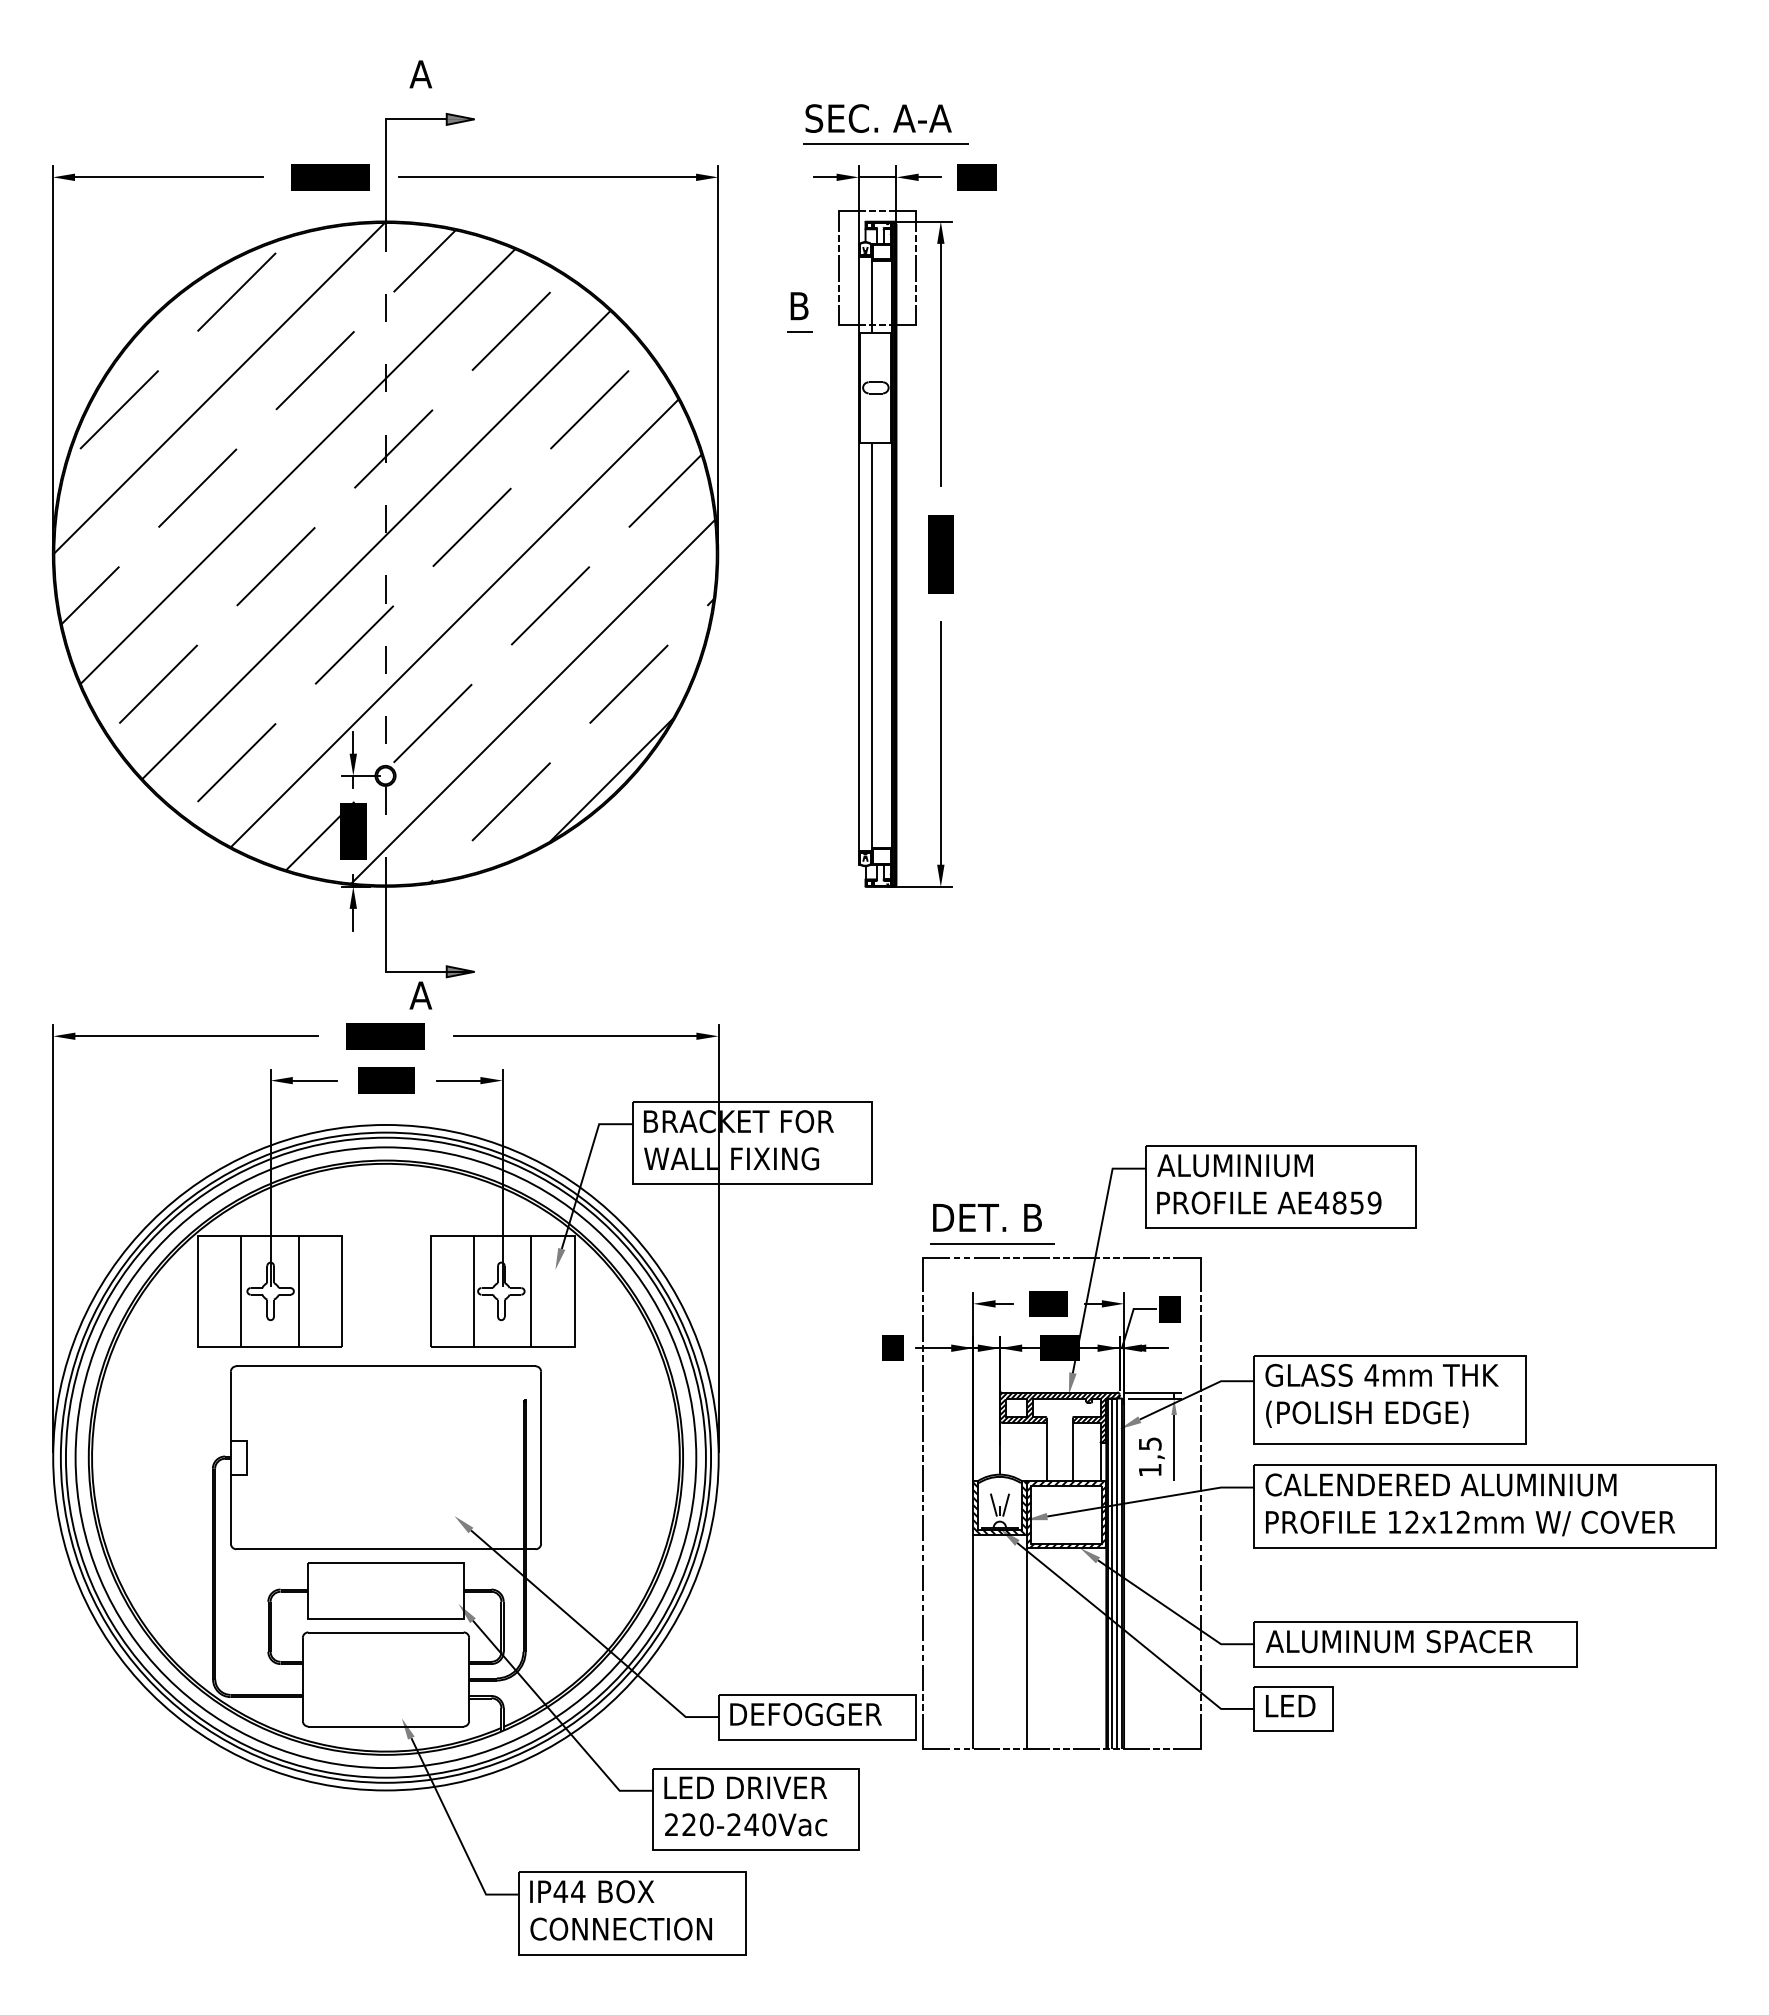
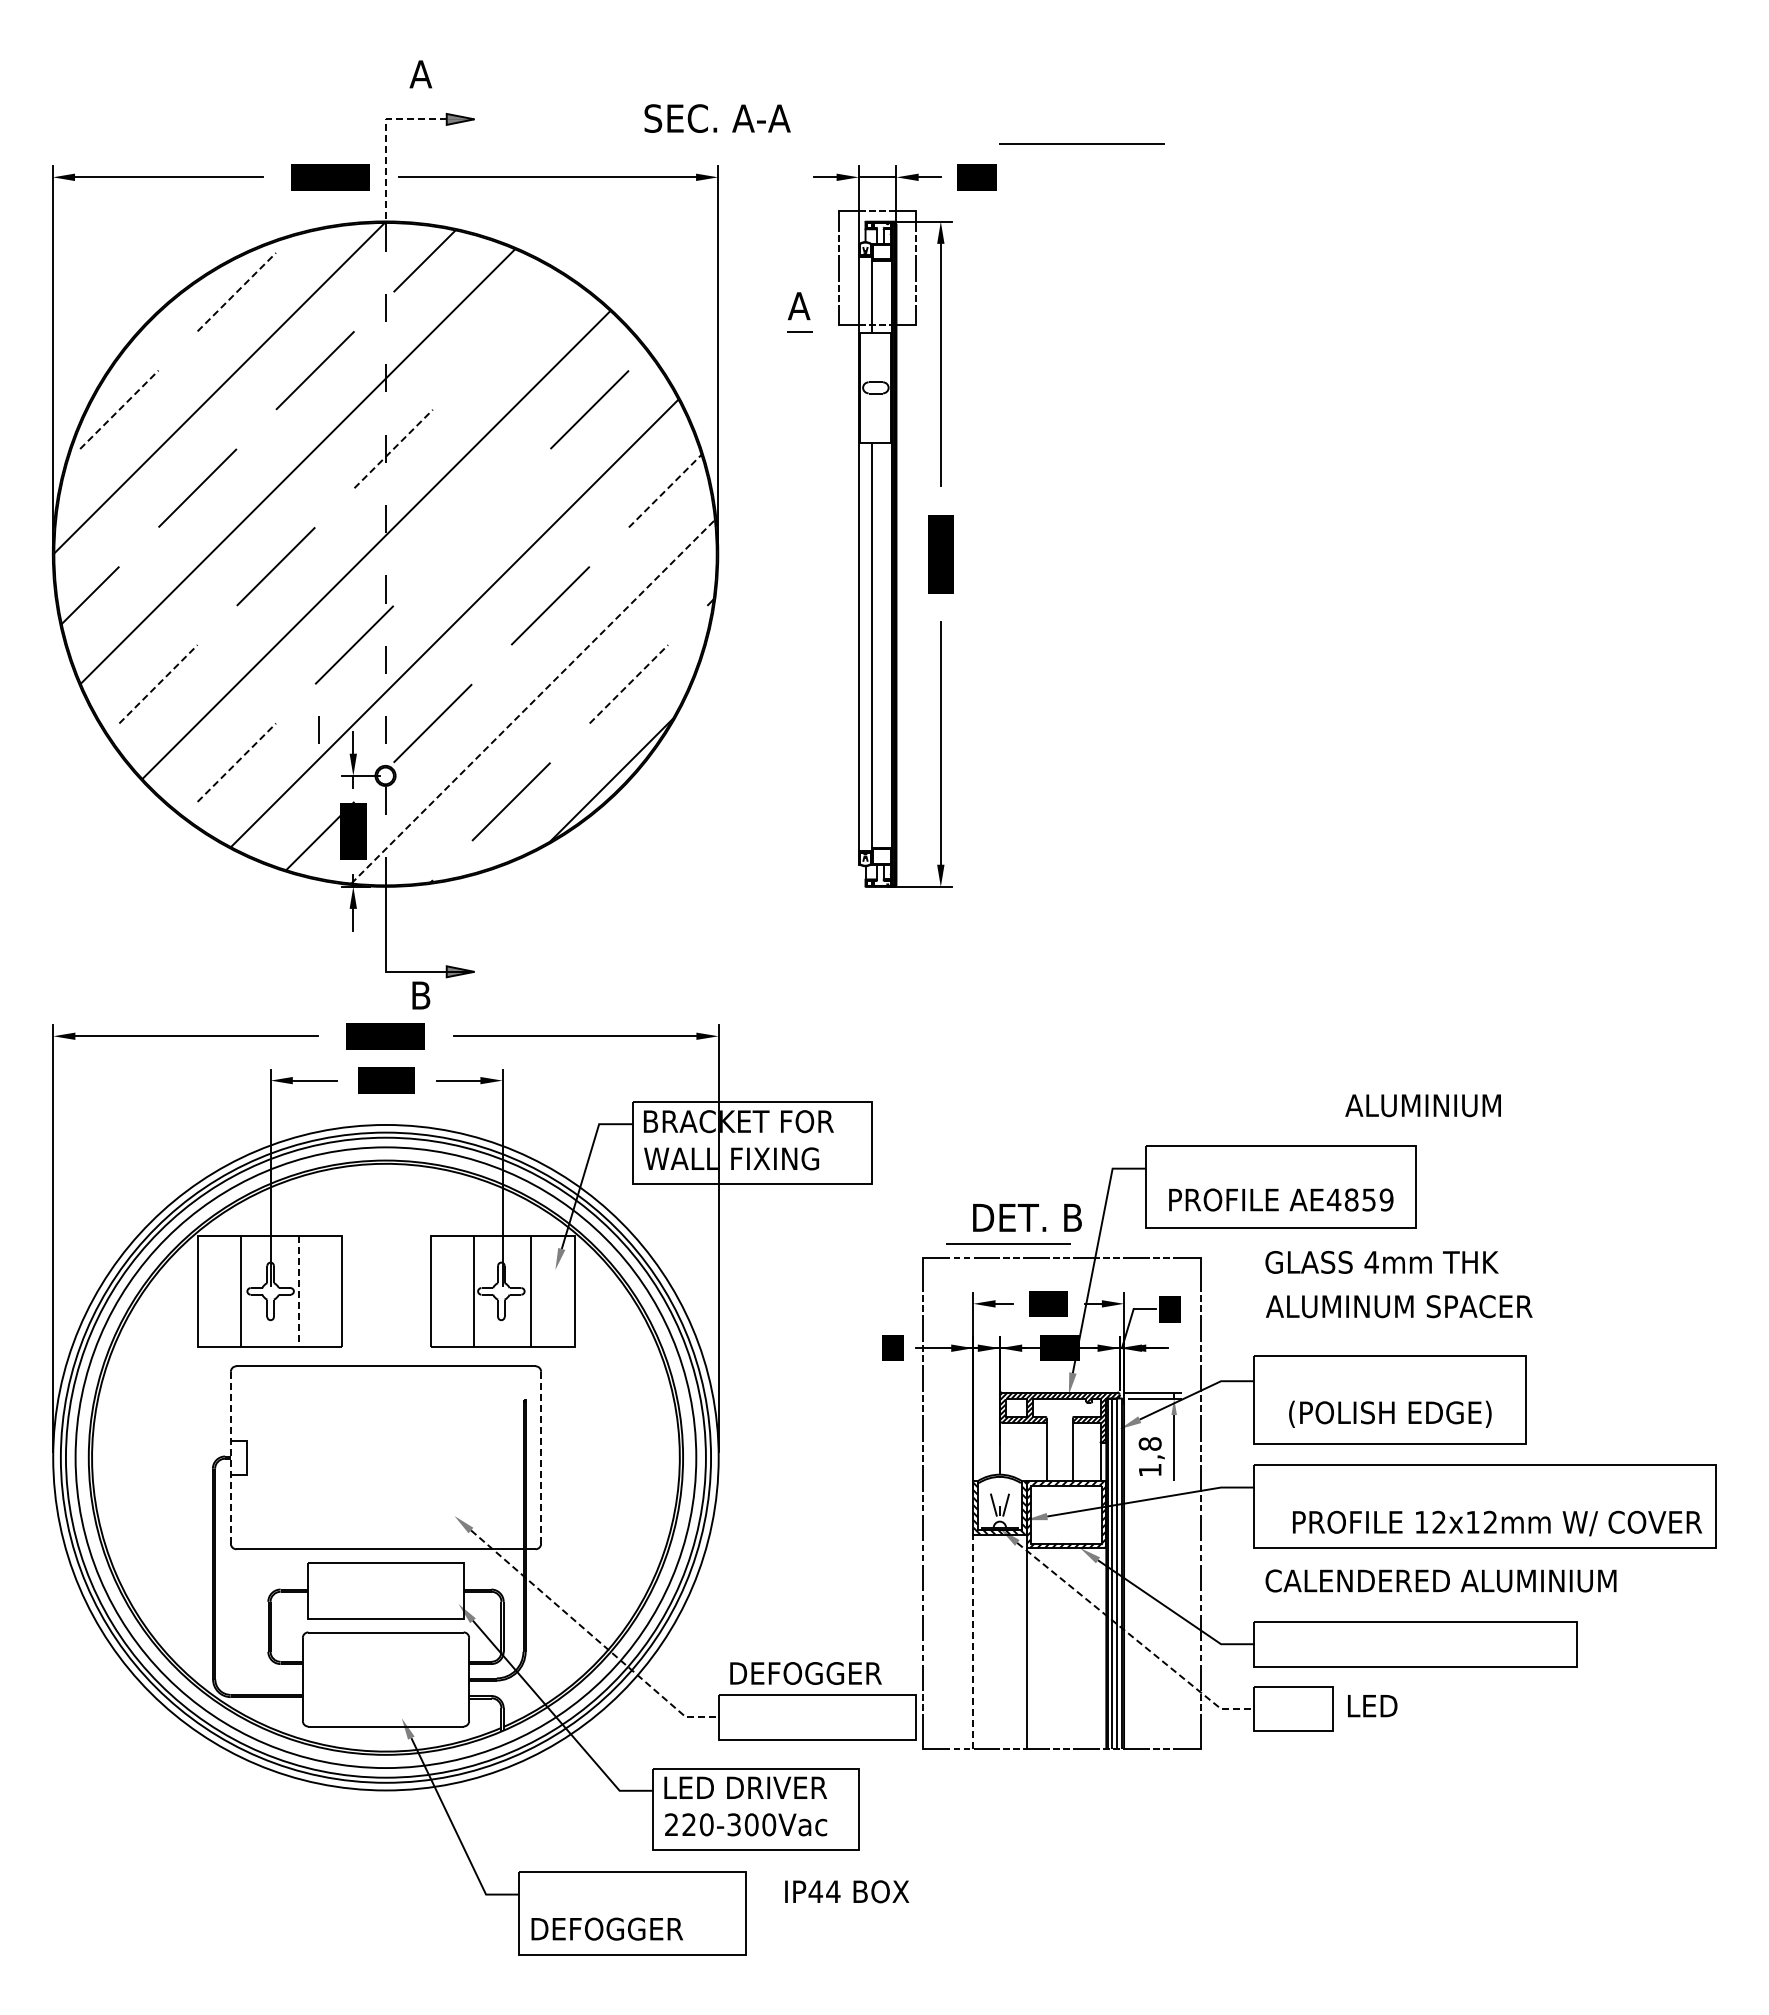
text at (878, 118) position: (878, 118) -> (717, 118)
line at (385, 139): solid -> dashed
line at (885, 143) position: (885, 143) -> (1081, 143)
line at (237, 291): solid -> dashed
text at (798, 306): B -> A
line at (510, 330): present -> none
line at (119, 409): solid -> dashed
line at (394, 448): solid -> dashed
line at (665, 490): solid -> dashed
line at (471, 526): present -> none
line at (158, 683): solid -> dashed
line at (629, 683): solid -> dashed
line at (533, 701): solid -> dashed
line at (318, 729): none -> present
line at (237, 762): solid -> dashed
text at (420, 995): A -> B
text at (1234, 1165) position: (1234, 1165) -> (1422, 1105)
text at (1269, 1202) position: (1269, 1202) -> (1281, 1199)
text at (987, 1217) position: (987, 1217) -> (1027, 1217)
line at (992, 1243) position: (992, 1243) -> (1008, 1243)
line at (298, 1292): solid -> dashed
text at (1381, 1375) position: (1381, 1375) -> (1381, 1262)
text at (1367, 1413) position: (1367, 1413) -> (1390, 1413)
text at (1149, 1443): 1,5 -> 1,8
line at (230, 1457): solid -> dashed
line at (541, 1457): solid -> dashed
text at (1440, 1484) position: (1440, 1484) -> (1440, 1580)
text at (1470, 1523) position: (1470, 1523) -> (1497, 1523)
line at (591, 1635): solid -> dashed
line at (1132, 1637): solid -> dashed
line at (973, 1641): solid -> dashed
text at (1399, 1641) position: (1399, 1641) -> (1399, 1306)
text at (1290, 1706) position: (1290, 1706) -> (1372, 1706)
text at (805, 1714) position: (805, 1714) -> (805, 1673)
text at (742, 1824): 220-240Vac -> 220-300Vac
text at (592, 1891) position: (592, 1891) -> (847, 1891)
text at (620, 1928): CONNECTION -> DEFOGGER
